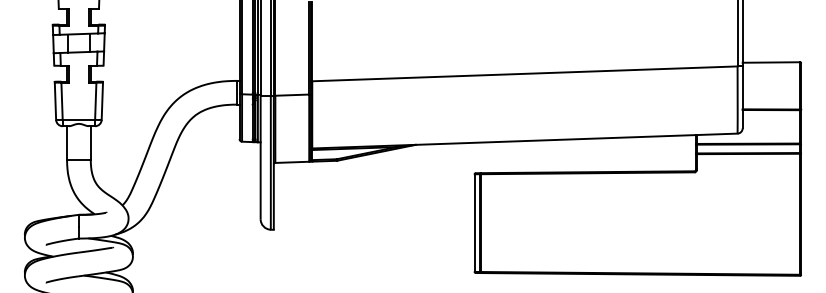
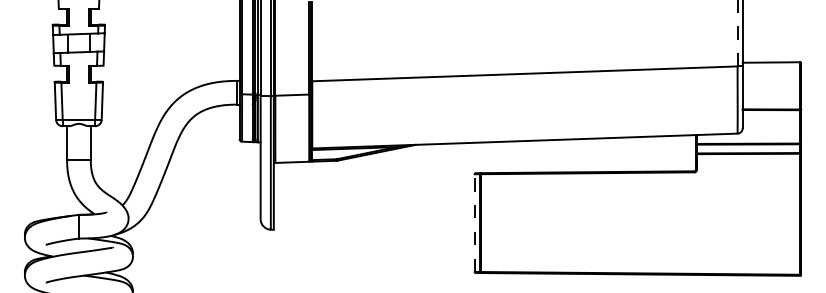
line at (737, 33): solid -> dashed
line at (474, 223): solid -> dashed
